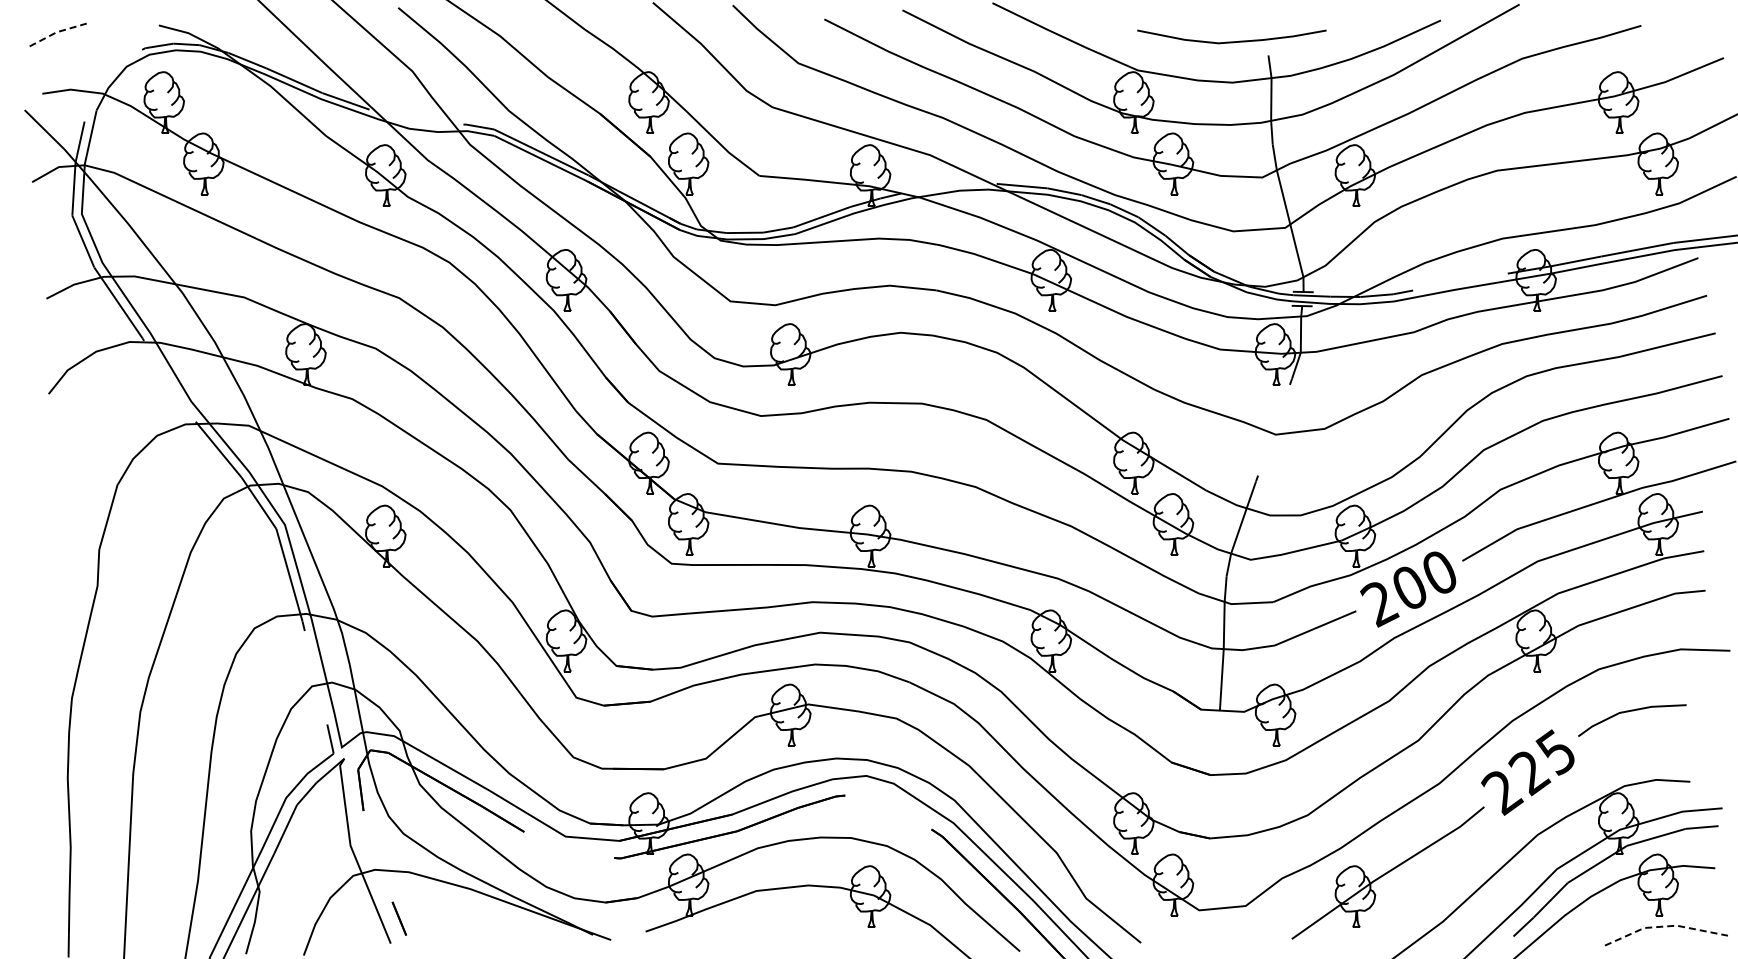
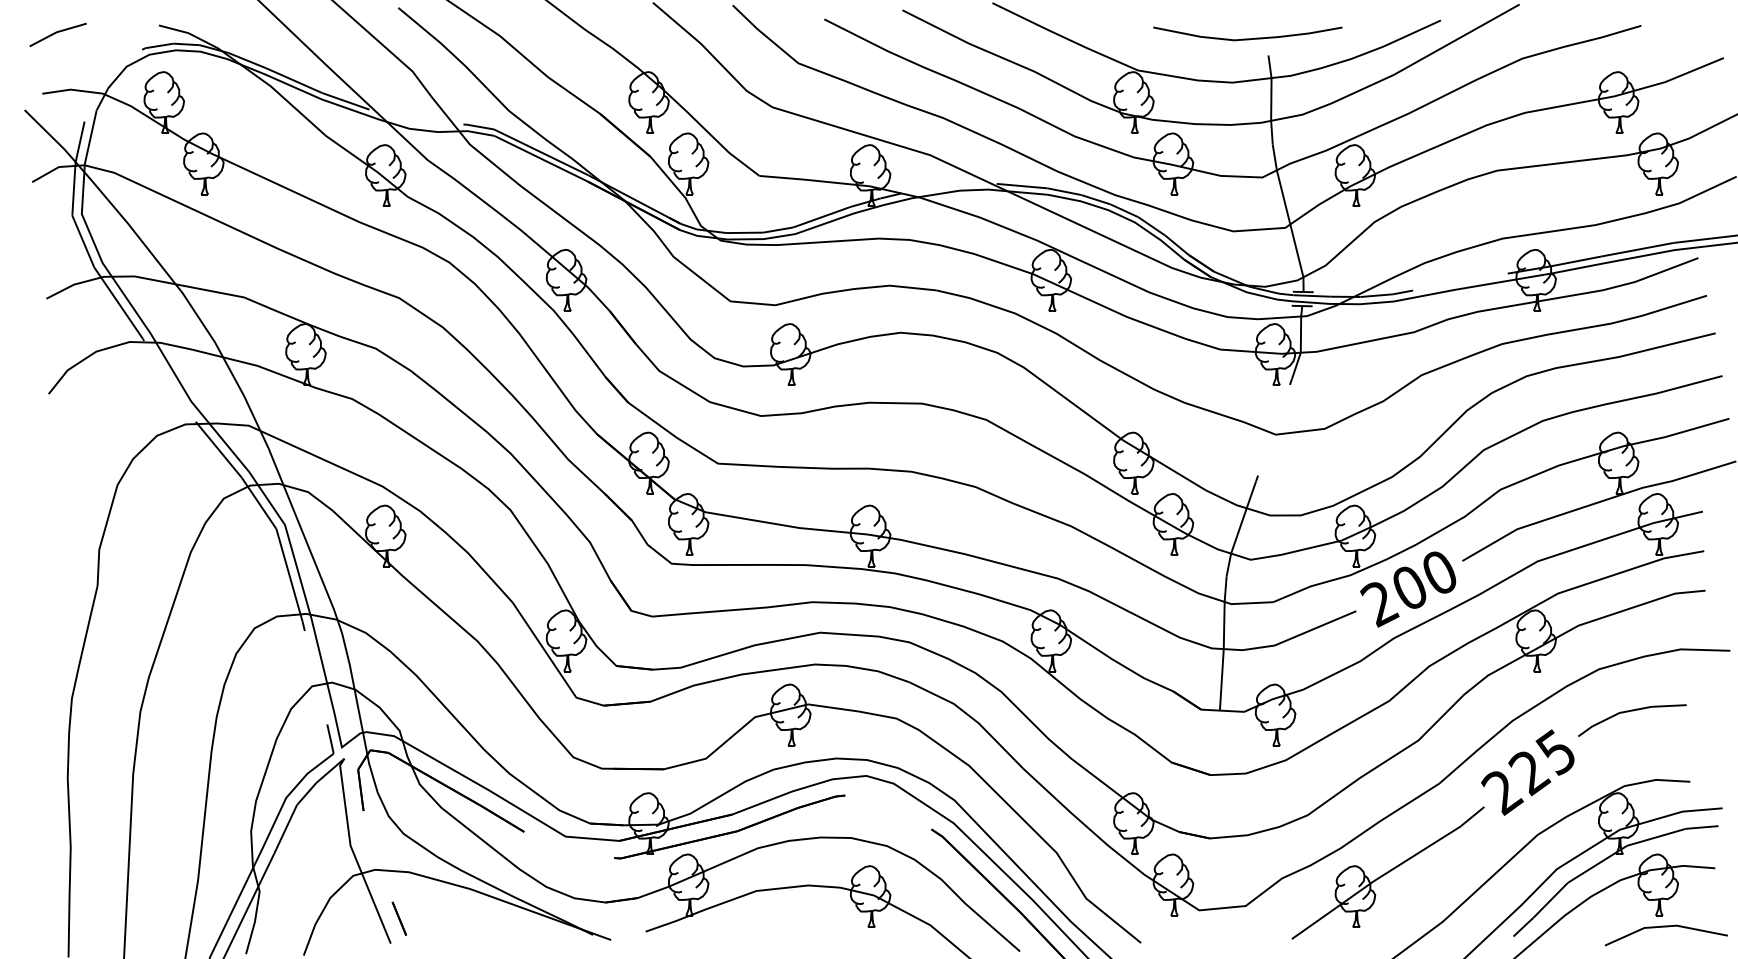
line at (56, 32): dashed -> solid
curve at (1231, 41) position: (1231, 41) -> (1247, 38)
line at (1664, 926): dashed -> solid
